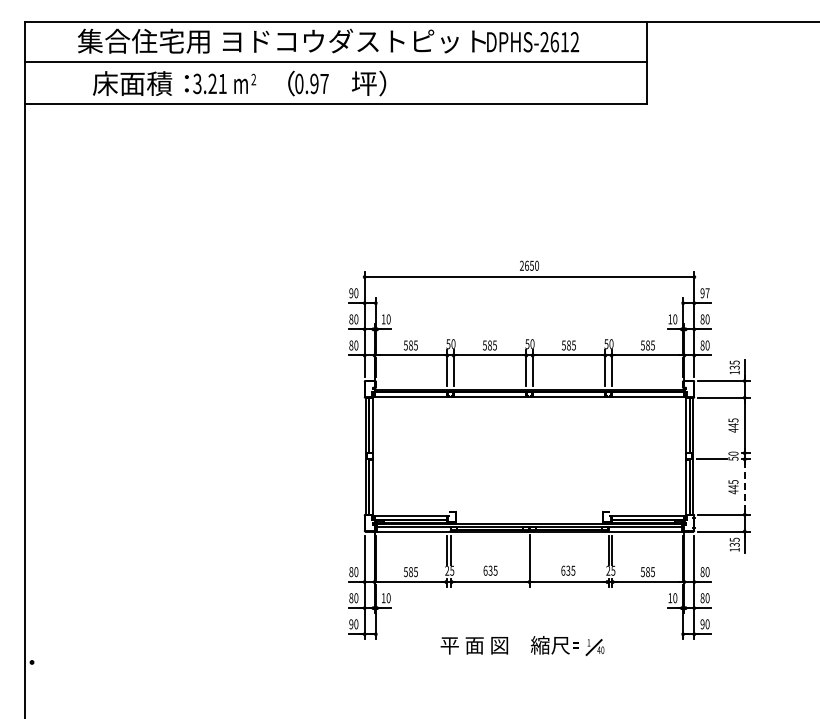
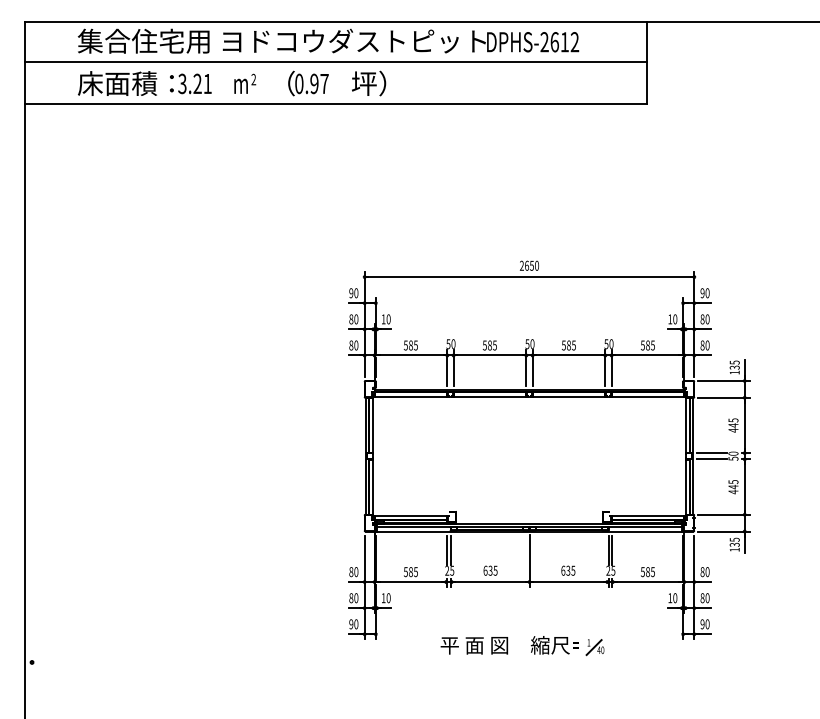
text at (159, 83) position: (159, 83) -> (144, 83)
text at (707, 293): 97 -> 90
line at (712, 453): none -> present
line at (744, 486): dashed -> solid
